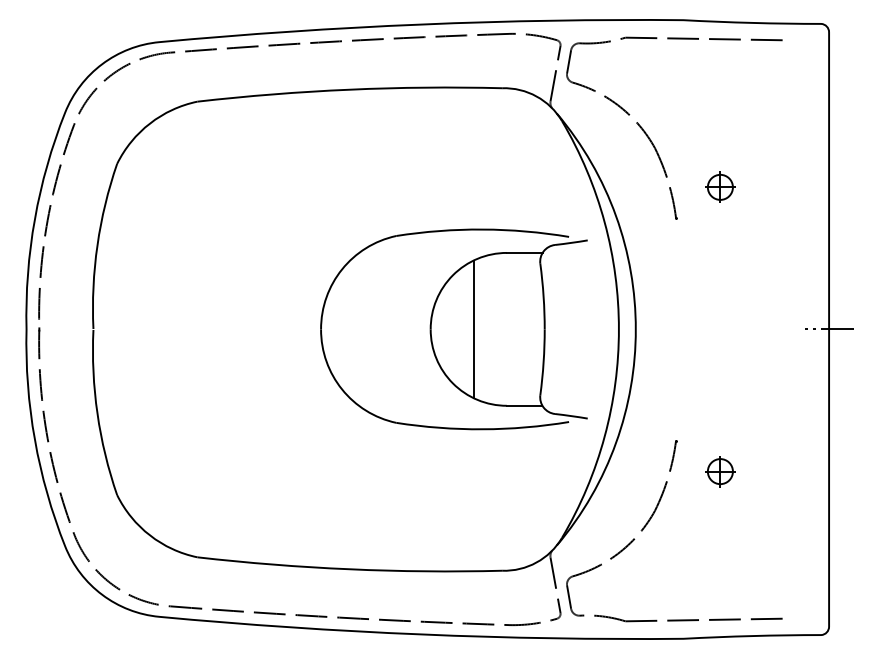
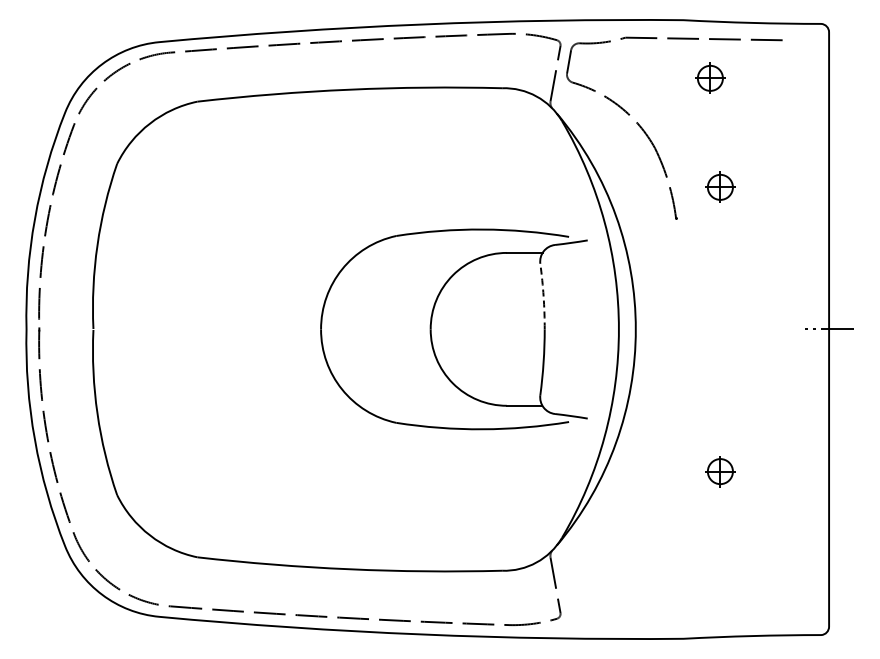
part at (710, 77): none -> present
arc at (543, 296): solid -> dashed
line at (473, 329): present -> none
part at (652, 517): present -> none
